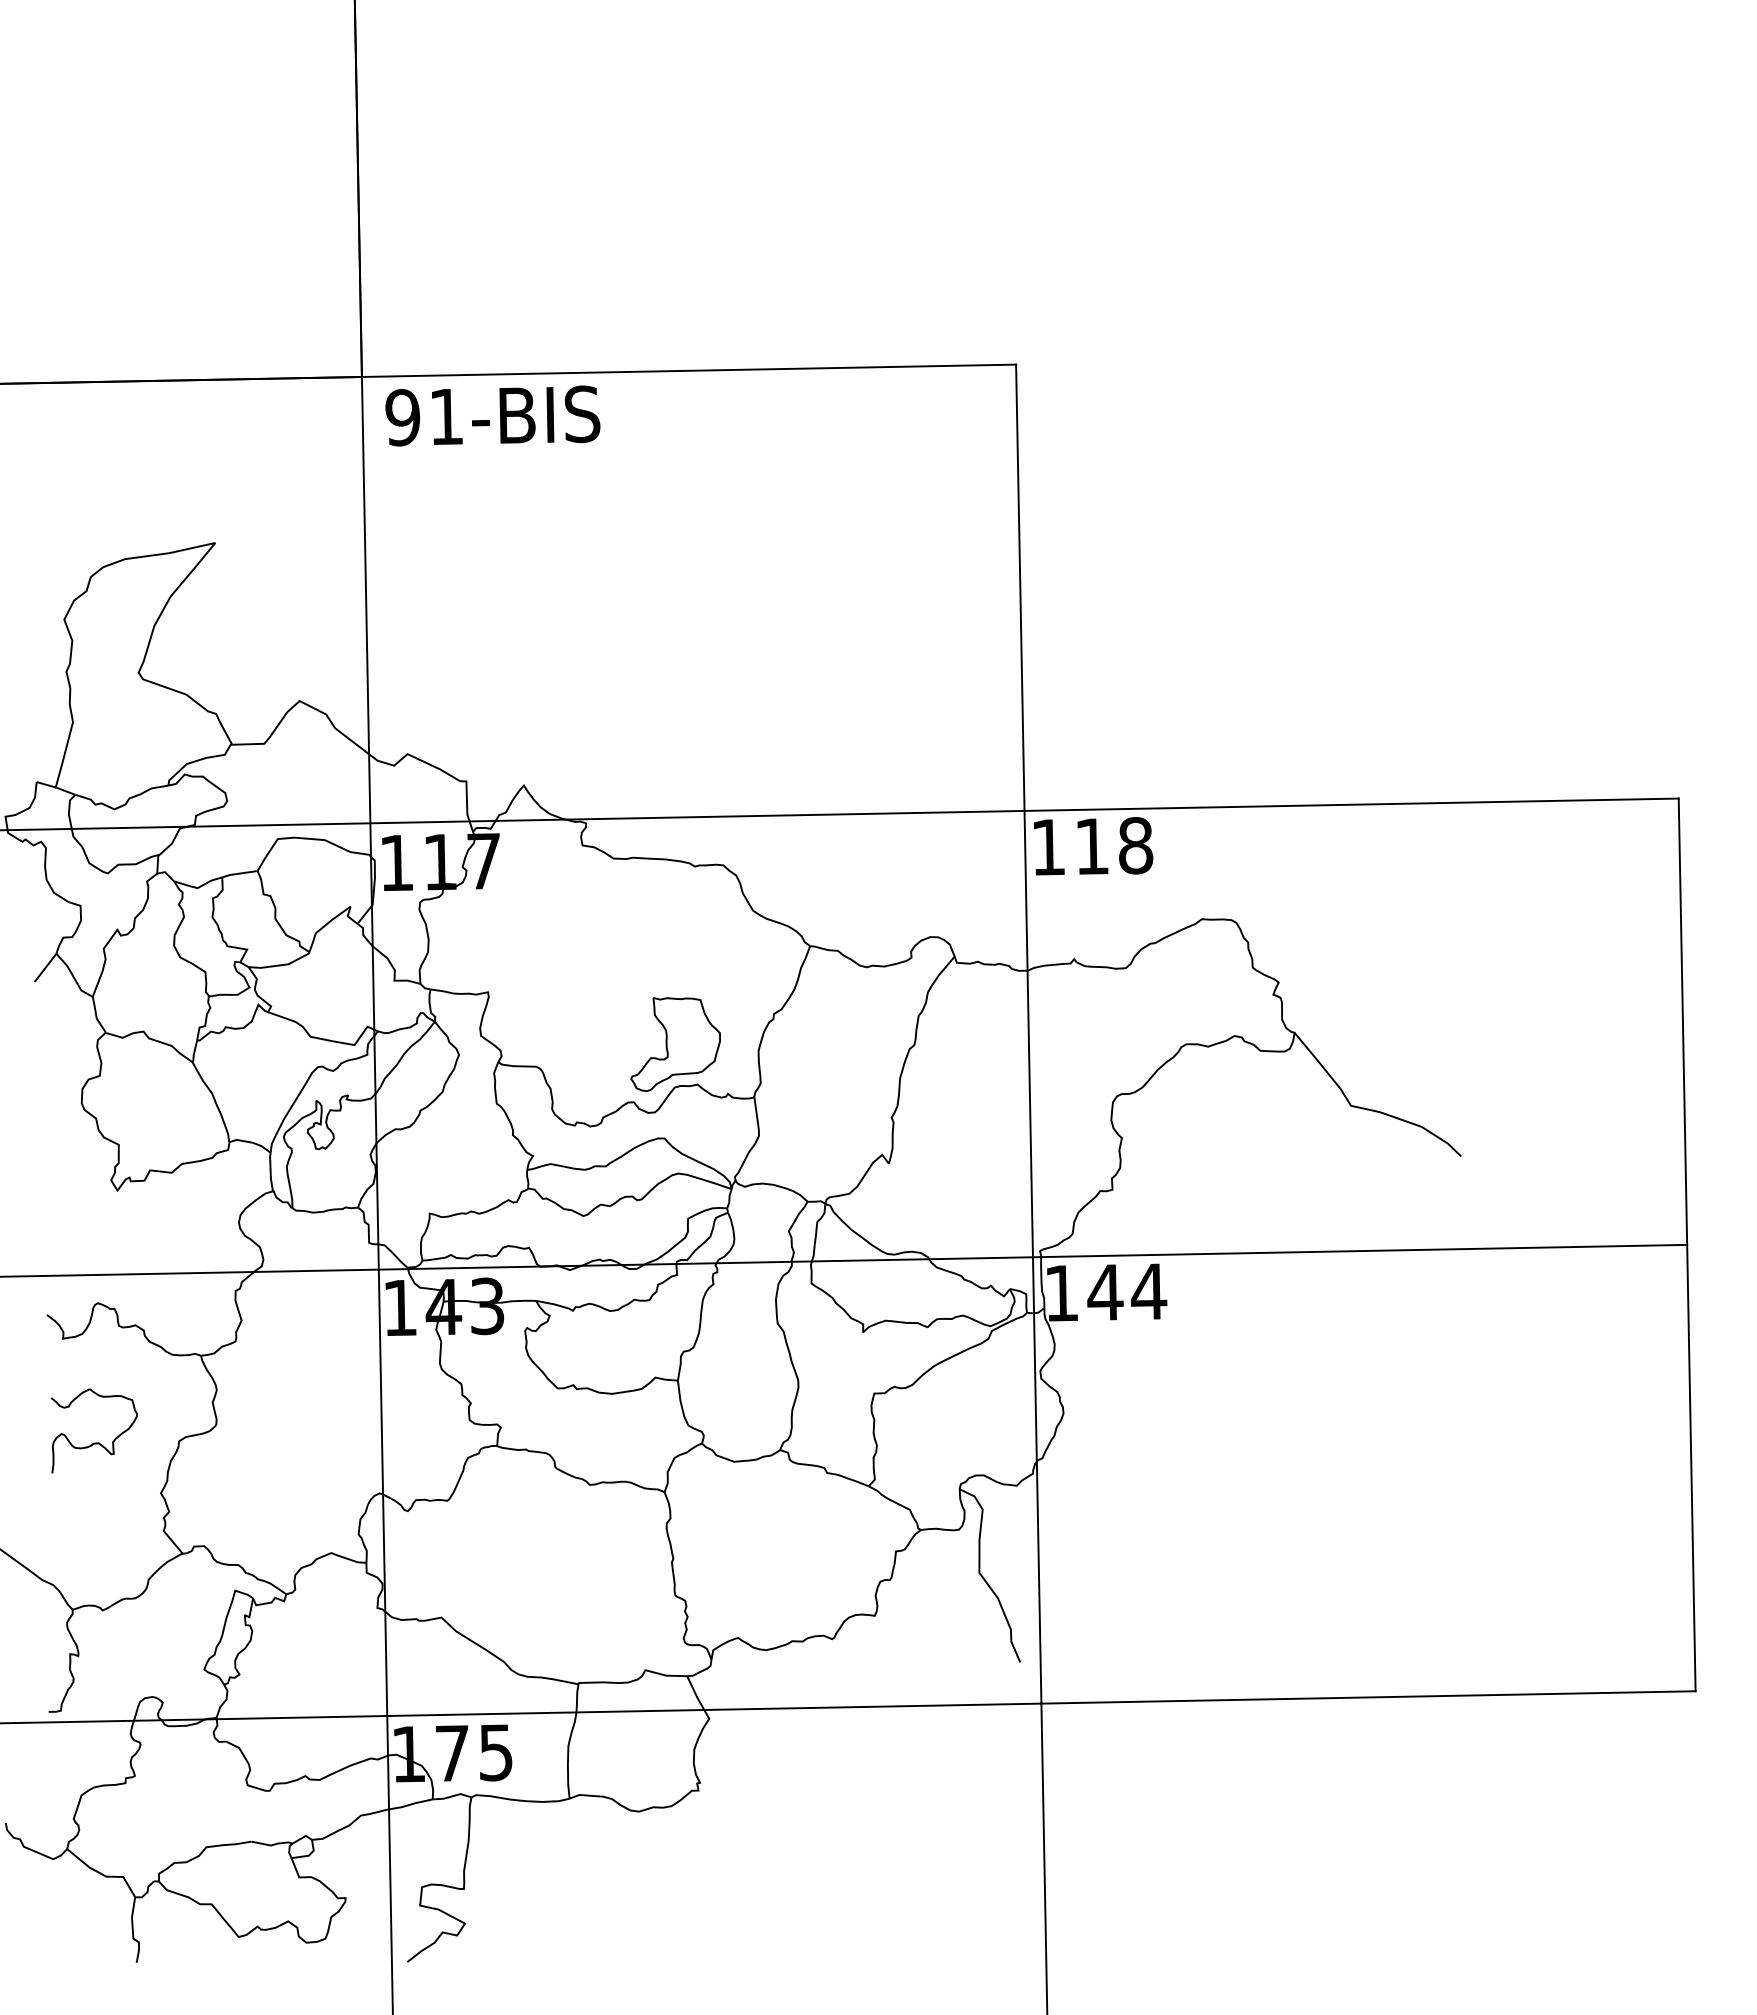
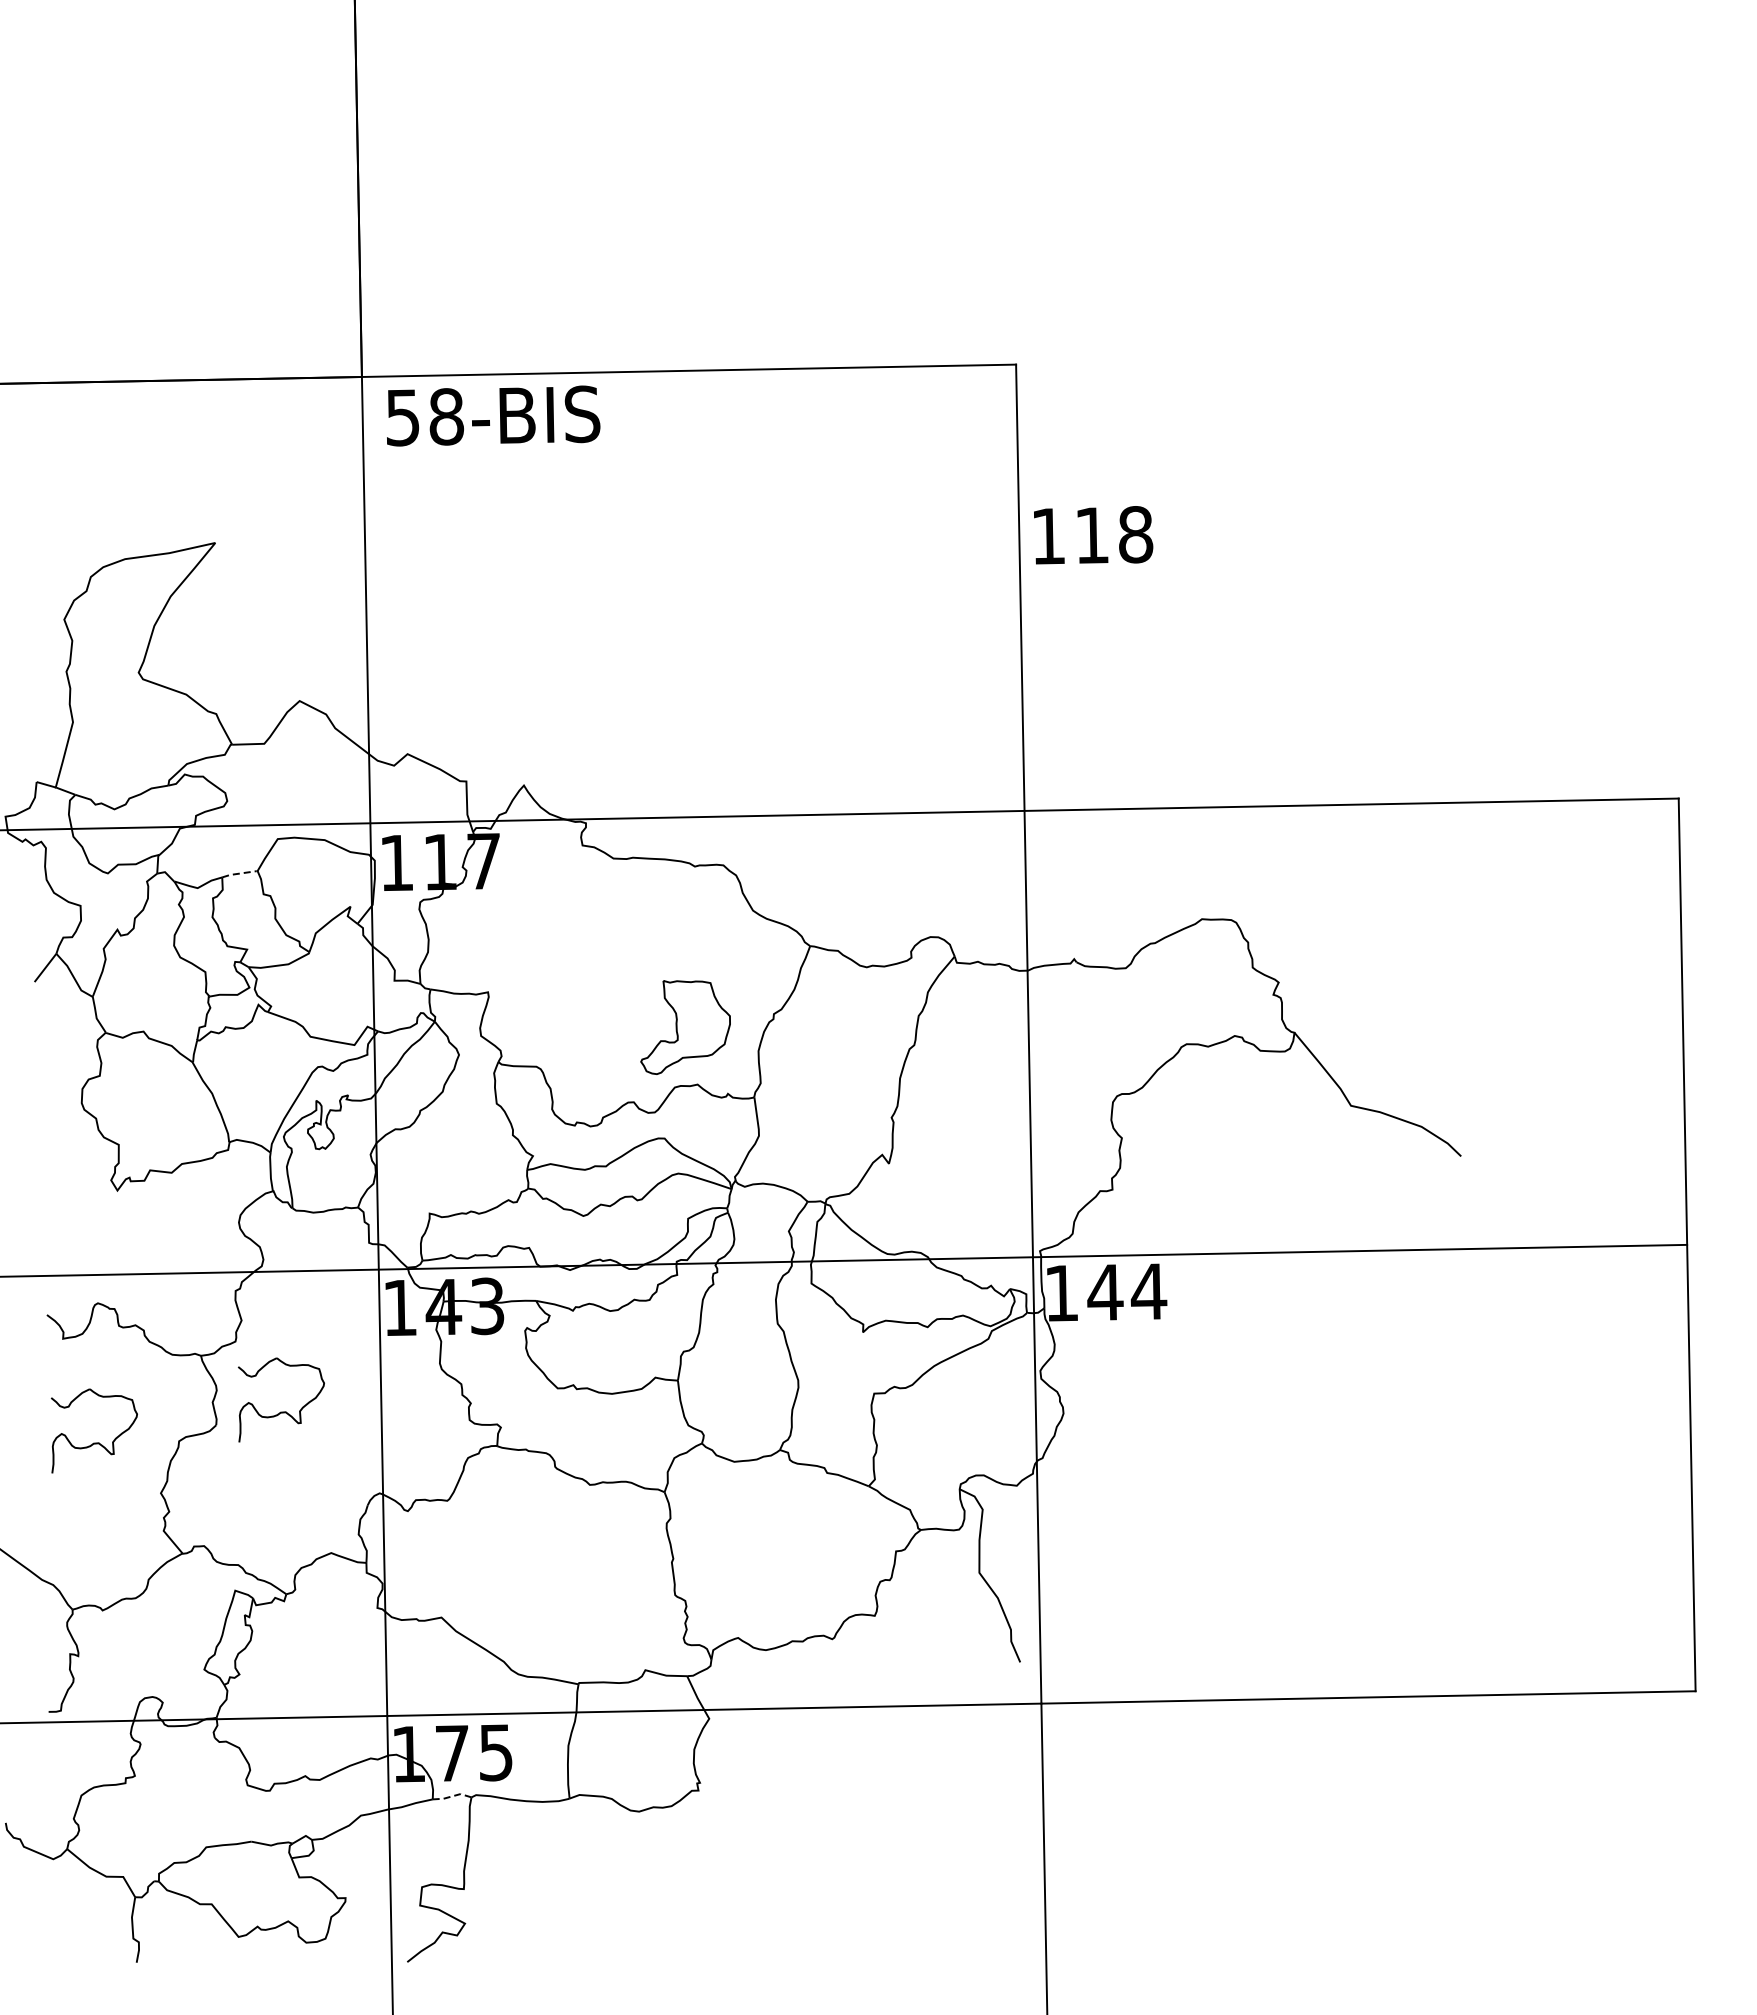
text at (424, 417): 91-BIS -> 58-BIS
text at (1093, 846) position: (1093, 846) -> (1093, 535)
line at (238, 873): solid -> dashed
part at (675, 1044) position: (675, 1044) -> (685, 1027)
part at (281, 1411): none -> present
line at (452, 1796): solid -> dashed
